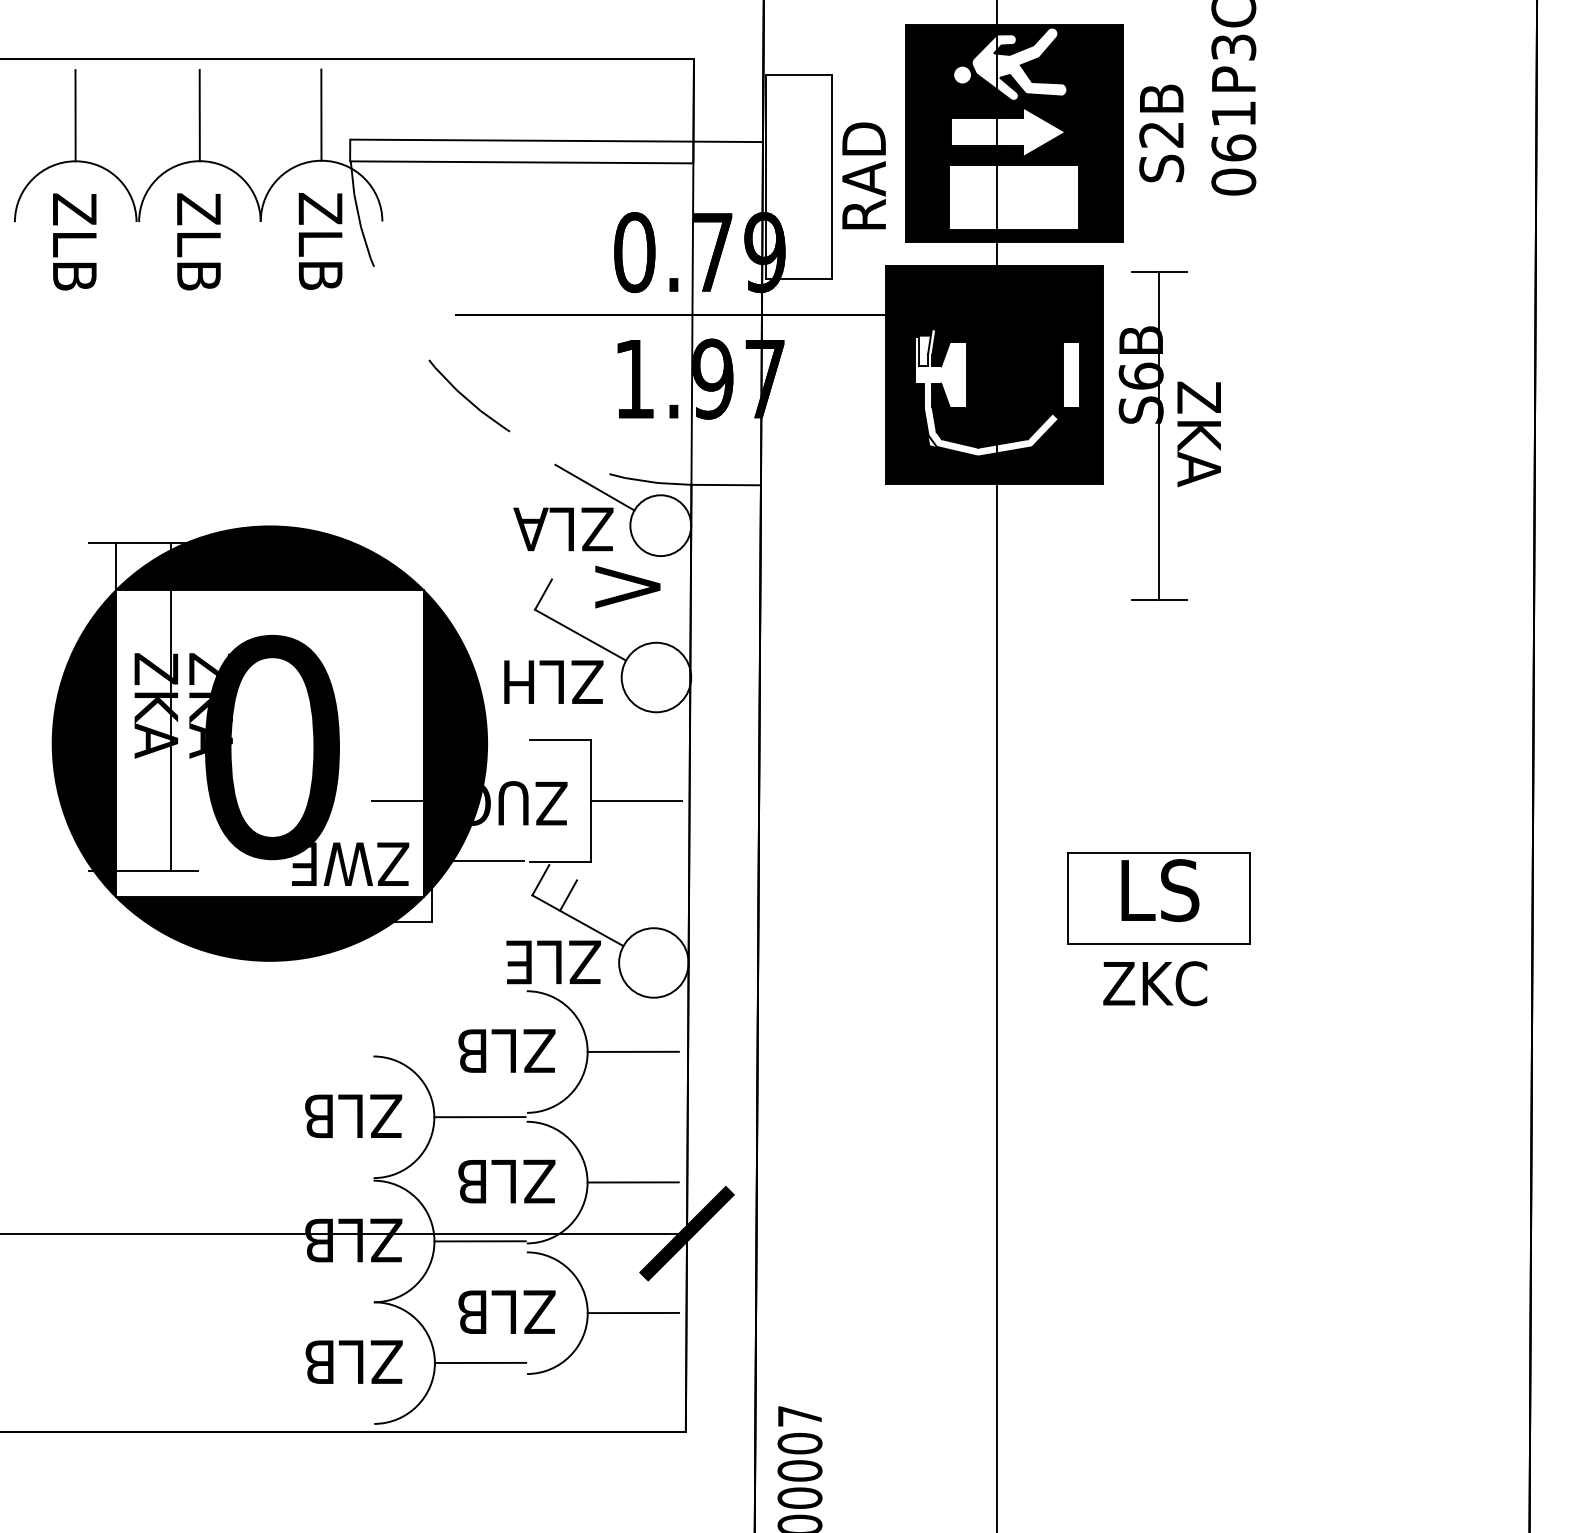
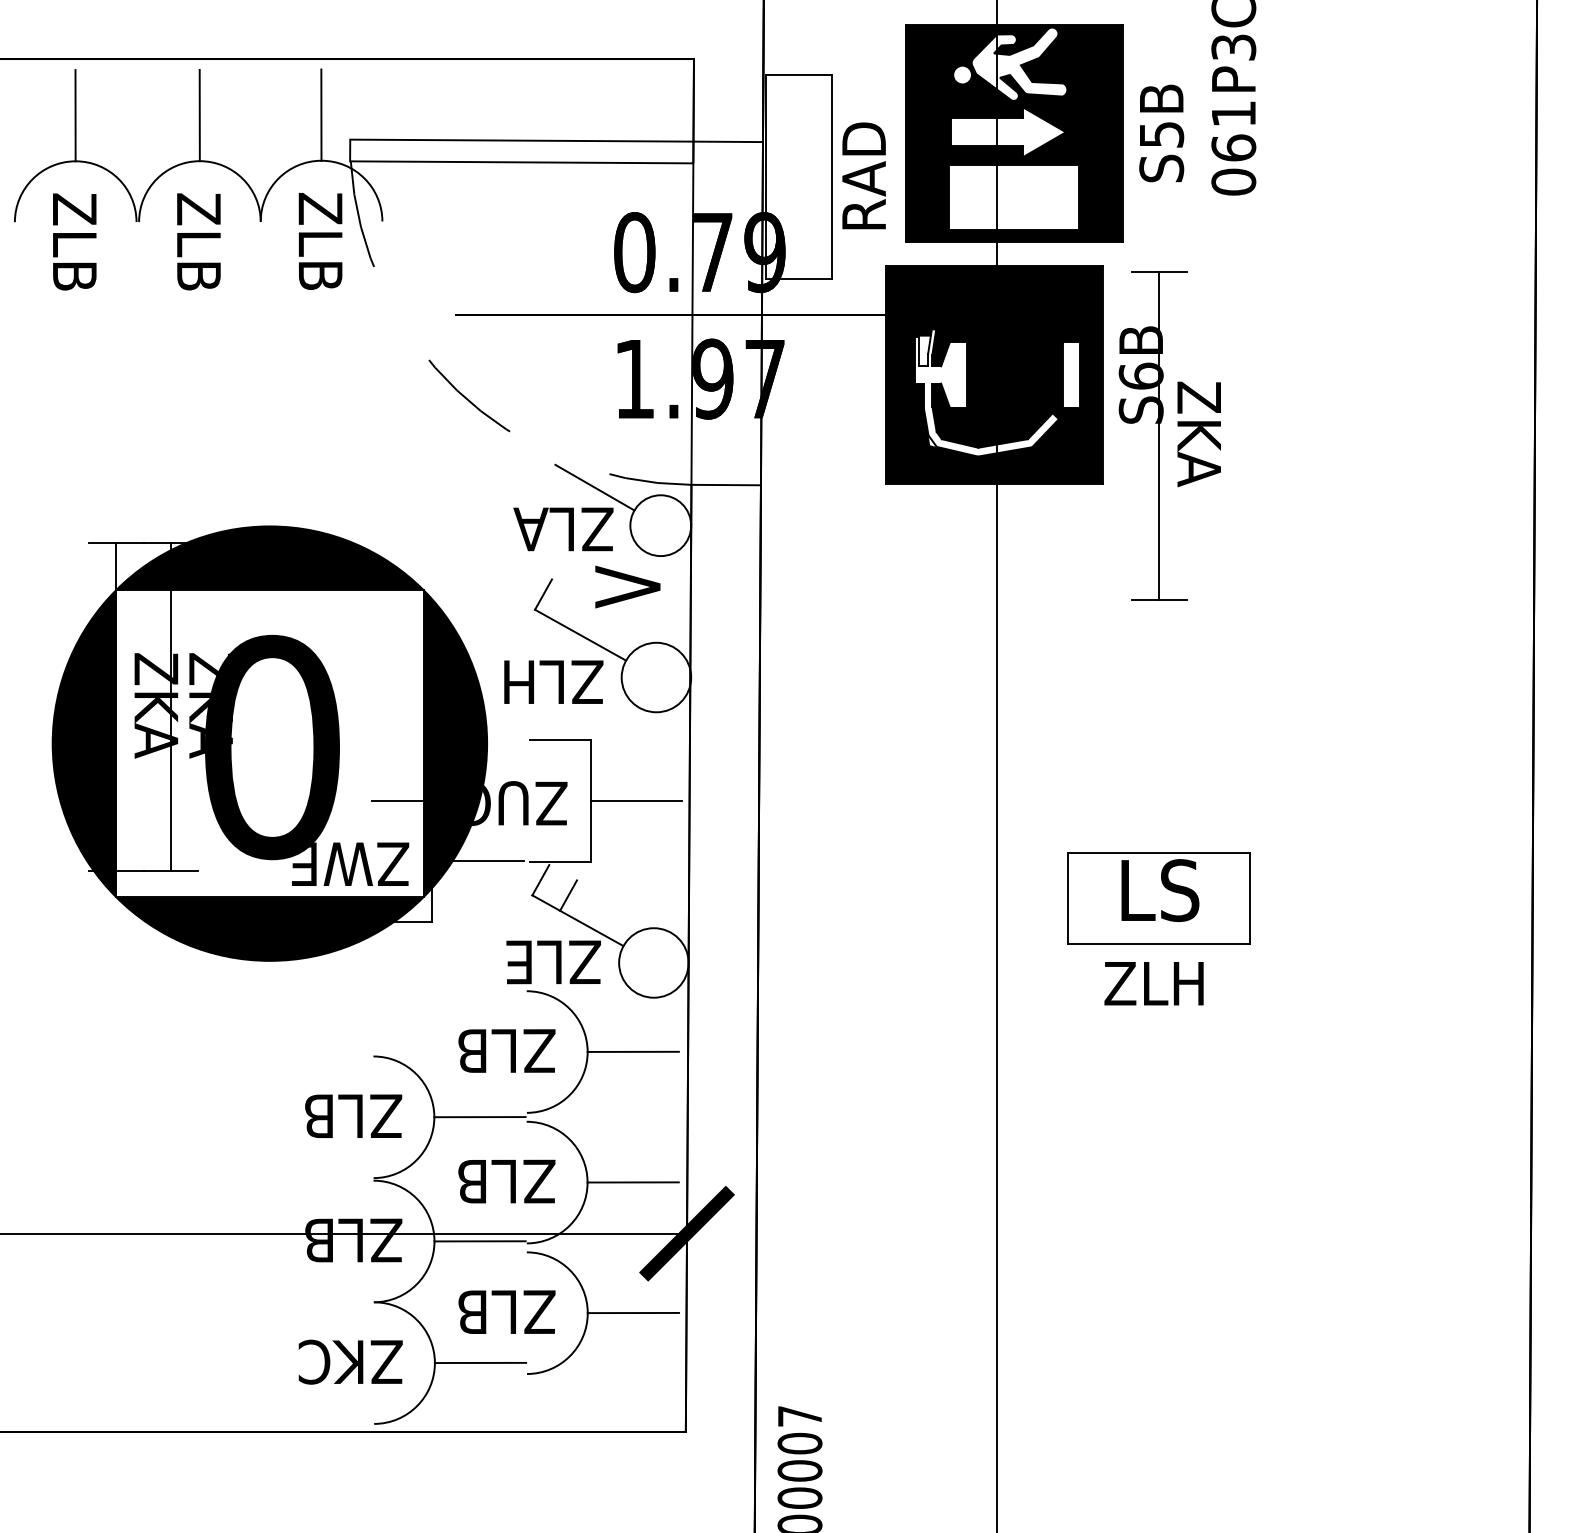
text at (1161, 134): S2B -> S5B
text at (1155, 983): ZKC -> ZLH
text at (327, 1361): ZLB -> ZKC
